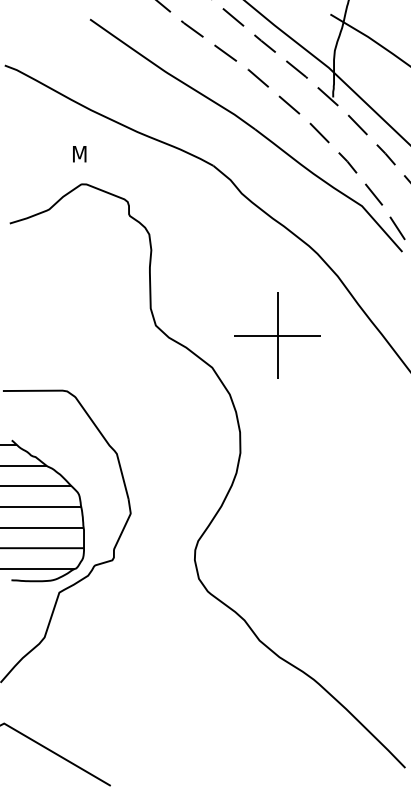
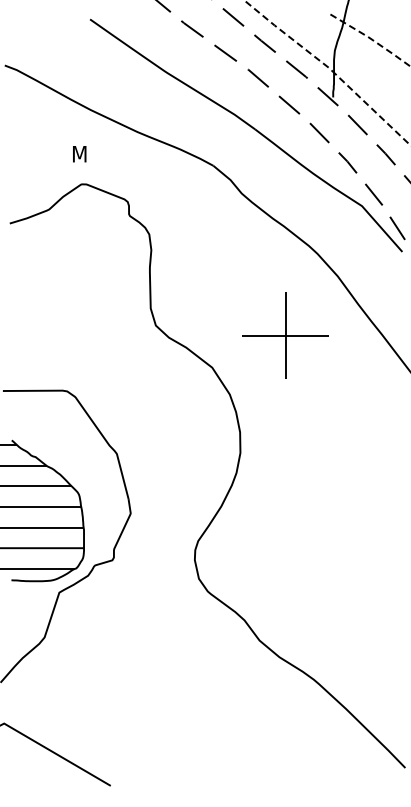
line at (371, 39): solid -> dashed
line at (329, 68): solid -> dashed
part at (277, 335) position: (277, 335) -> (285, 335)
